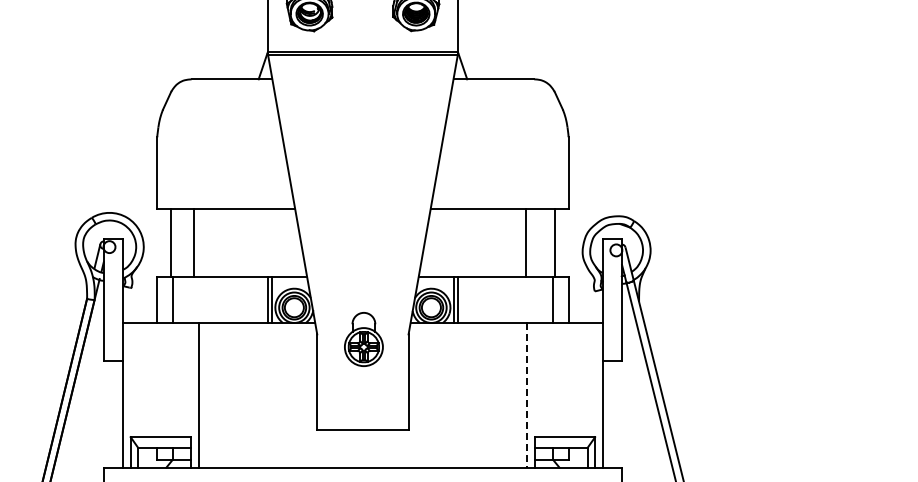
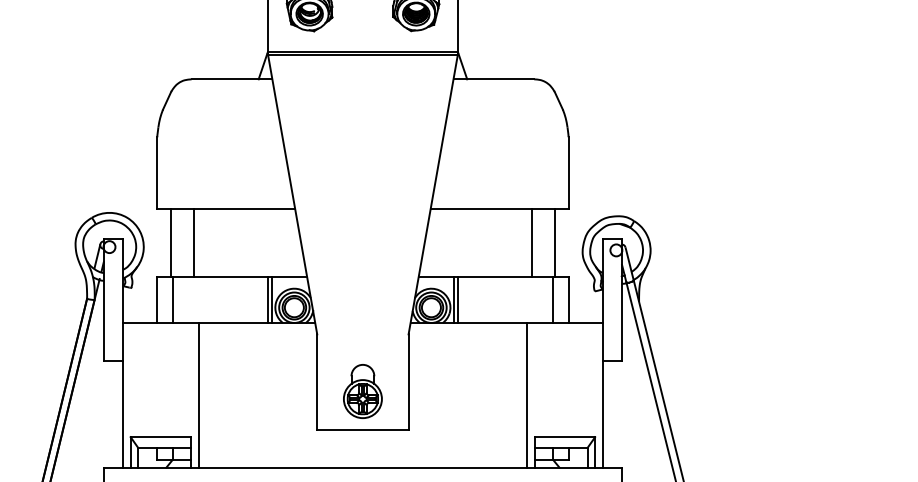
line at (526, 242) position: (526, 242) -> (532, 242)
part at (363, 339) position: (363, 339) -> (362, 391)
line at (526, 395): dashed -> solid
